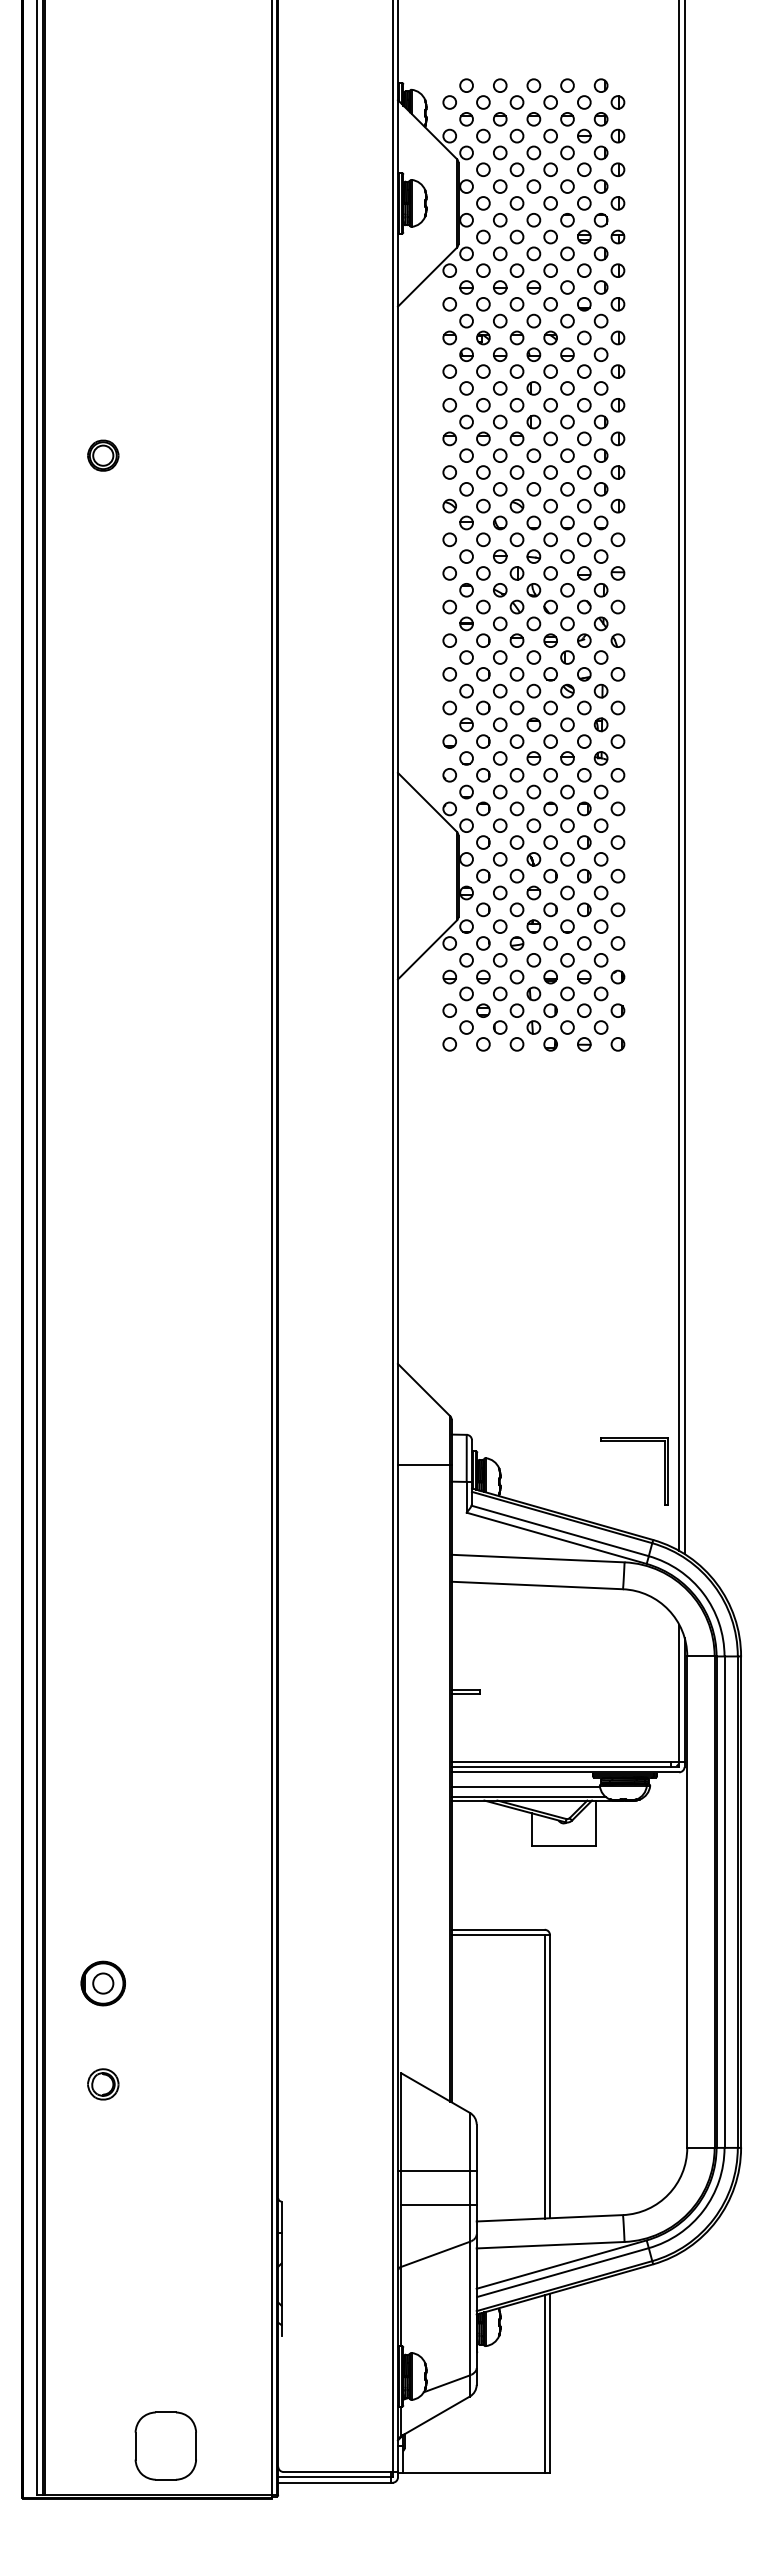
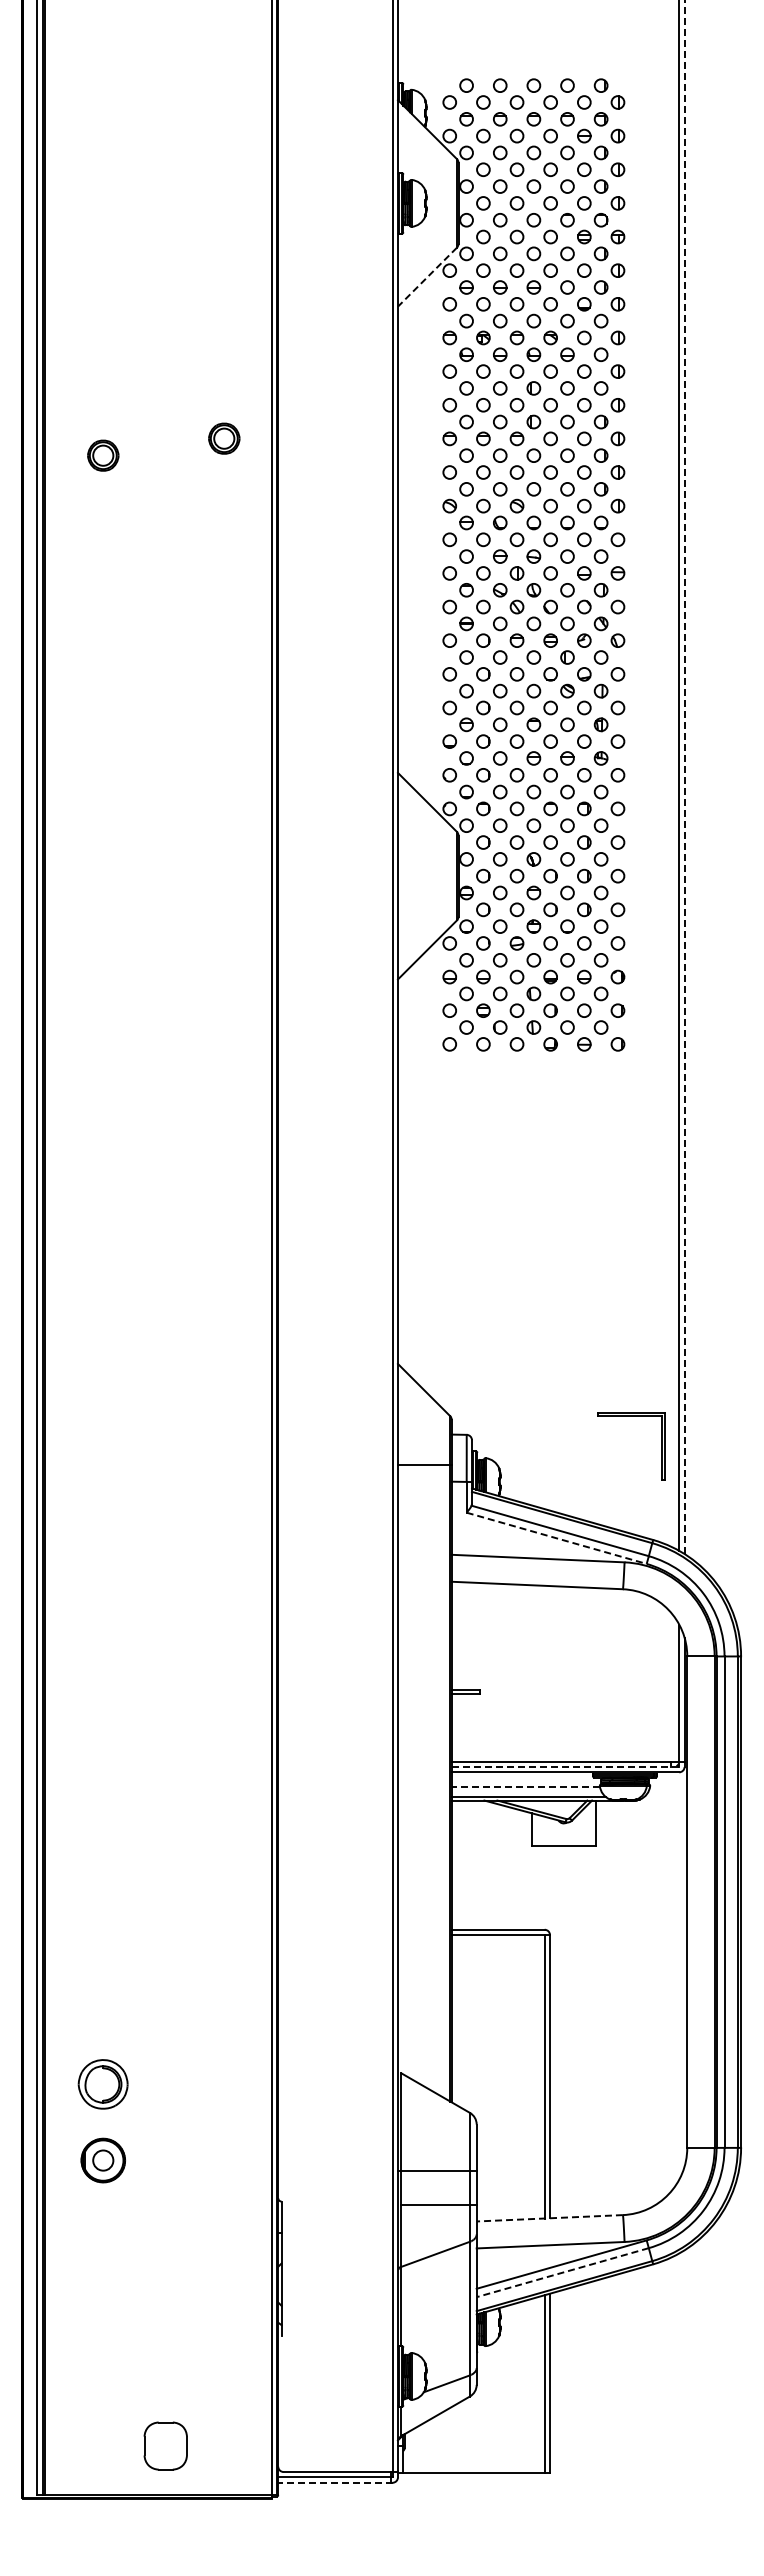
line at (427, 277): solid -> dashed
part at (224, 438): none -> present
line at (684, 777): solid -> dashed
part at (634, 1441) position: (634, 1441) -> (631, 1416)
line at (556, 1538): solid -> dashed
line at (565, 1766): solid -> dashed
line at (525, 1787): solid -> dashed
part at (102, 1983) position: (102, 1983) -> (102, 2160)
part at (103, 2084) size: 33x33 px -> 52x51 px
line at (549, 2218): solid -> dashed
line at (562, 2272): solid -> dashed
part at (165, 2445) size: 63x70 px -> 45x50 px
line at (334, 2482): solid -> dashed
